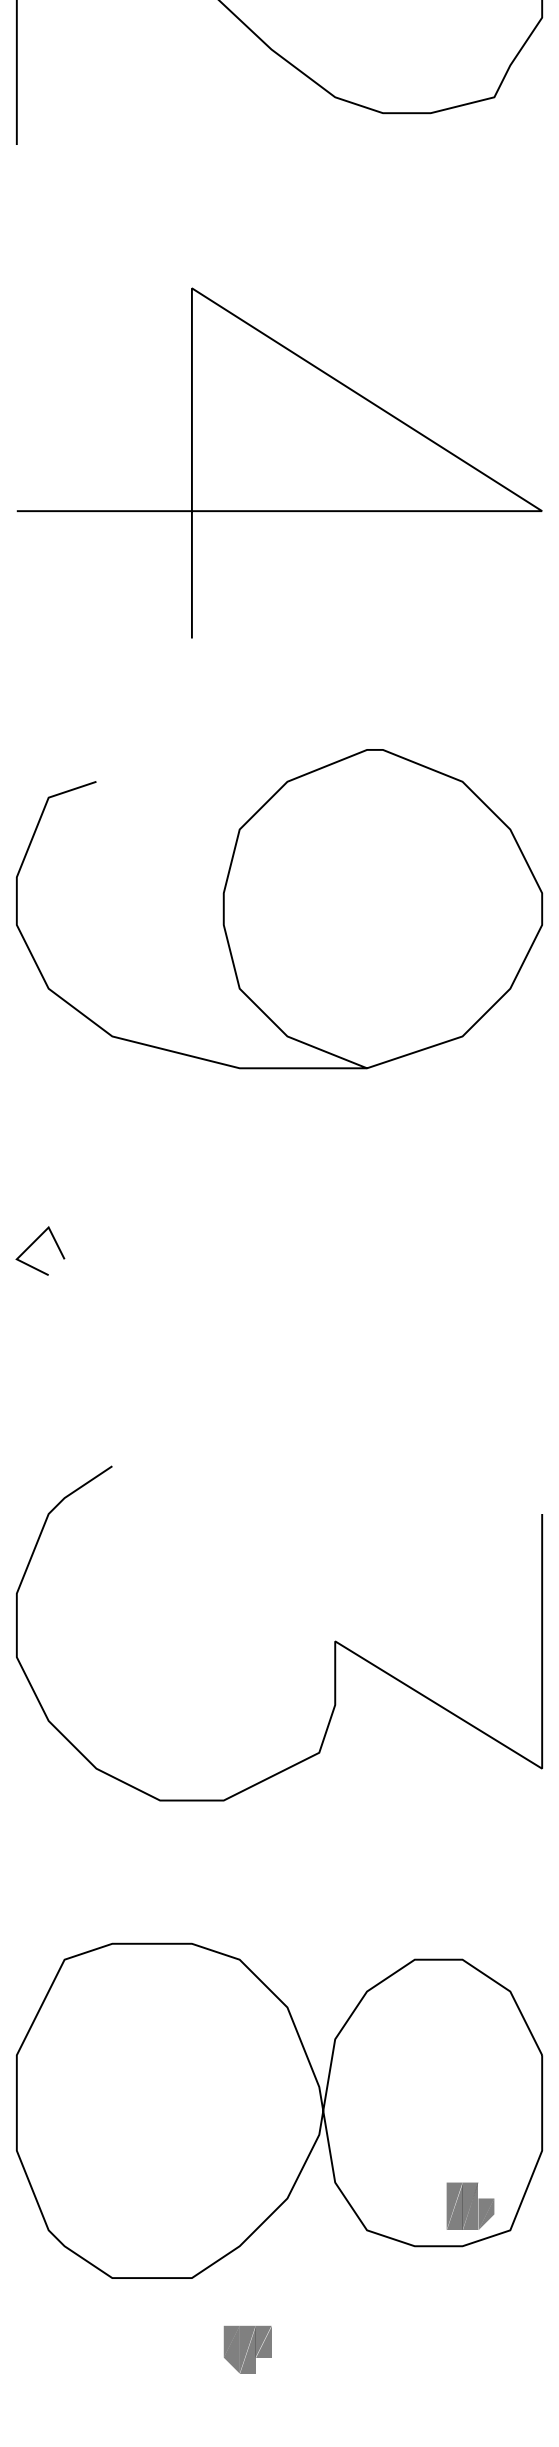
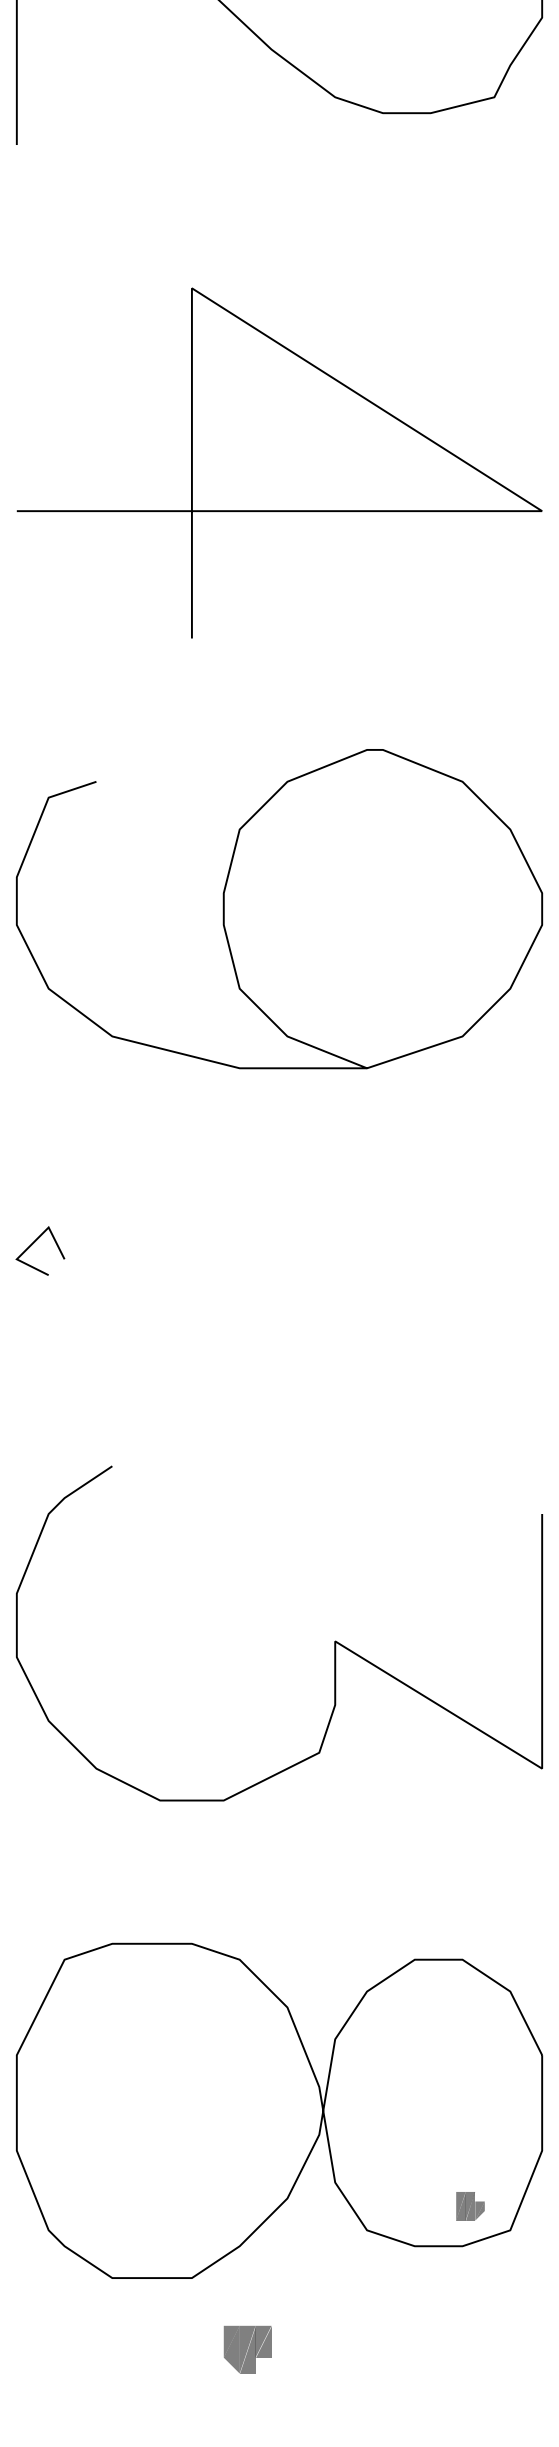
part at (470, 2205) size: 49x48 px -> 29x29 px
